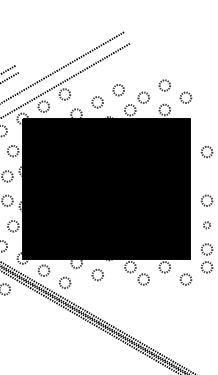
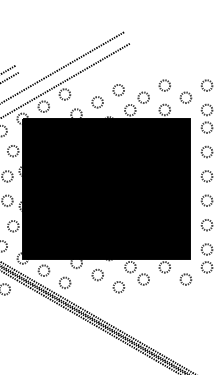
circle at (206, 85): none -> present
part at (206, 118): none -> present
circle at (206, 176): none -> present
circle at (206, 225) size: 8x9 px -> 14x13 px
circle at (118, 287): none -> present
